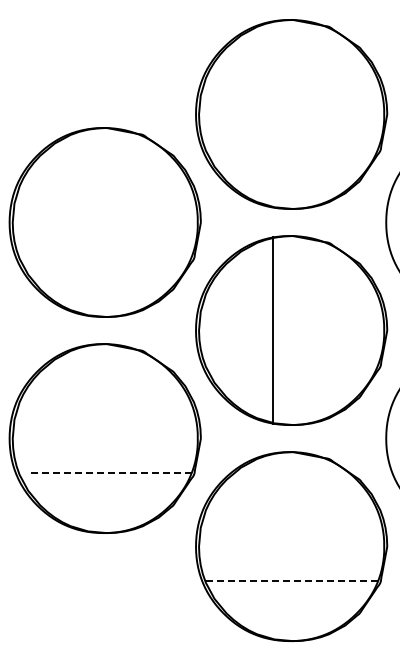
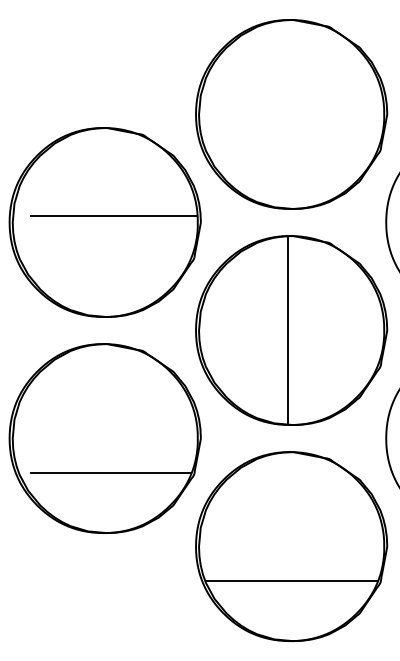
line at (113, 216): none -> present
line at (272, 330) position: (272, 330) -> (287, 330)
line at (111, 473): dashed -> solid
line at (291, 581): dashed -> solid
